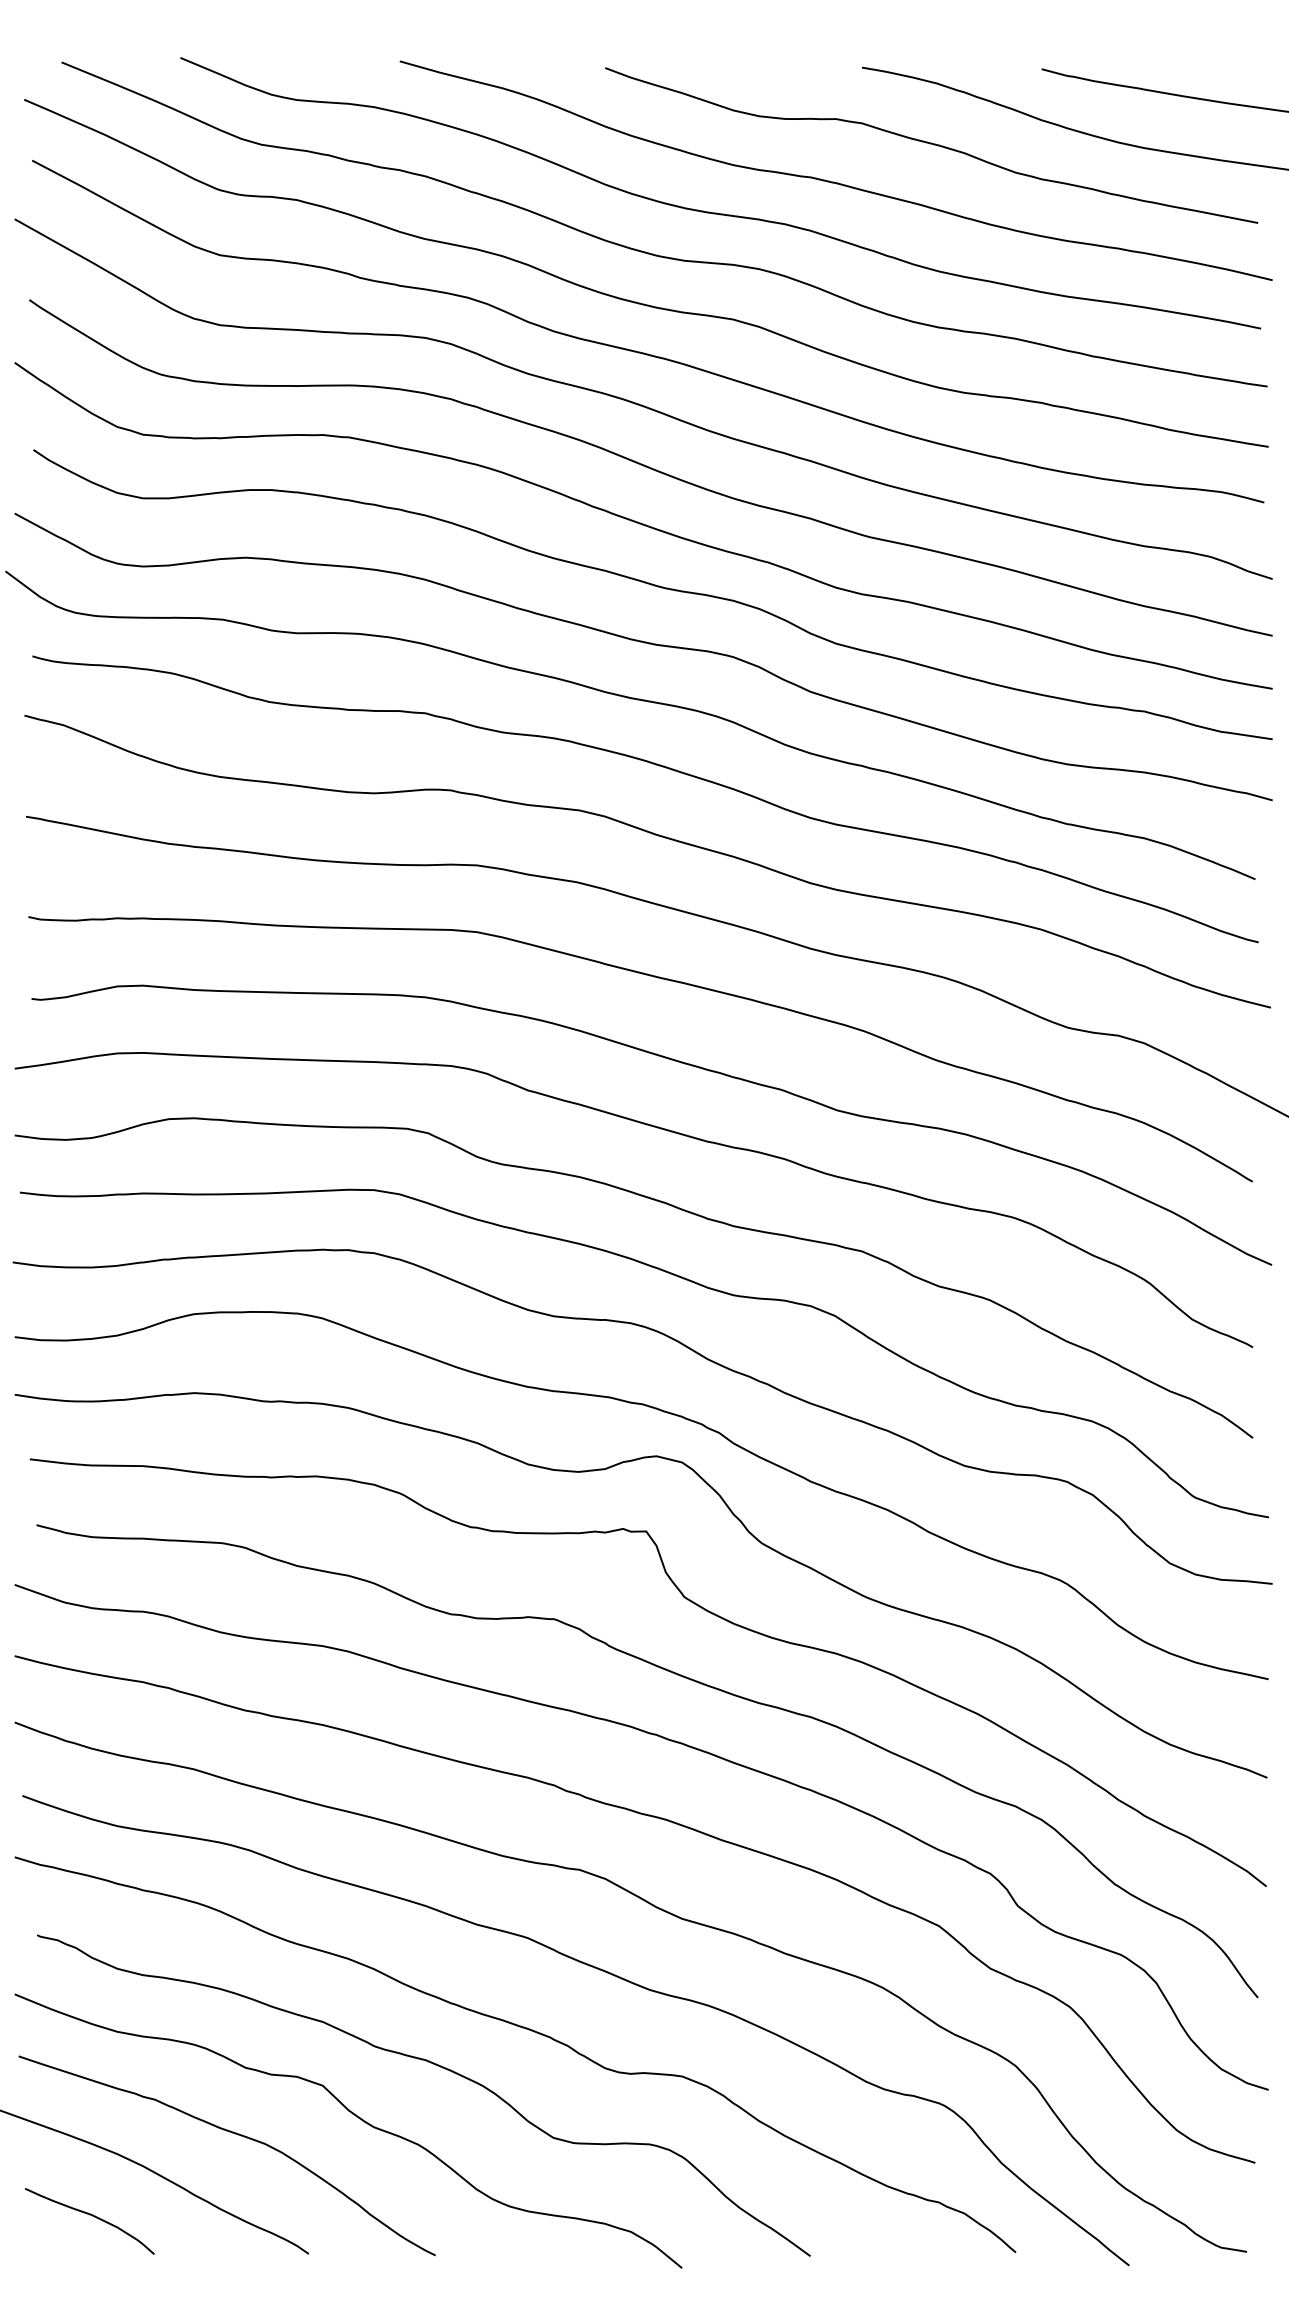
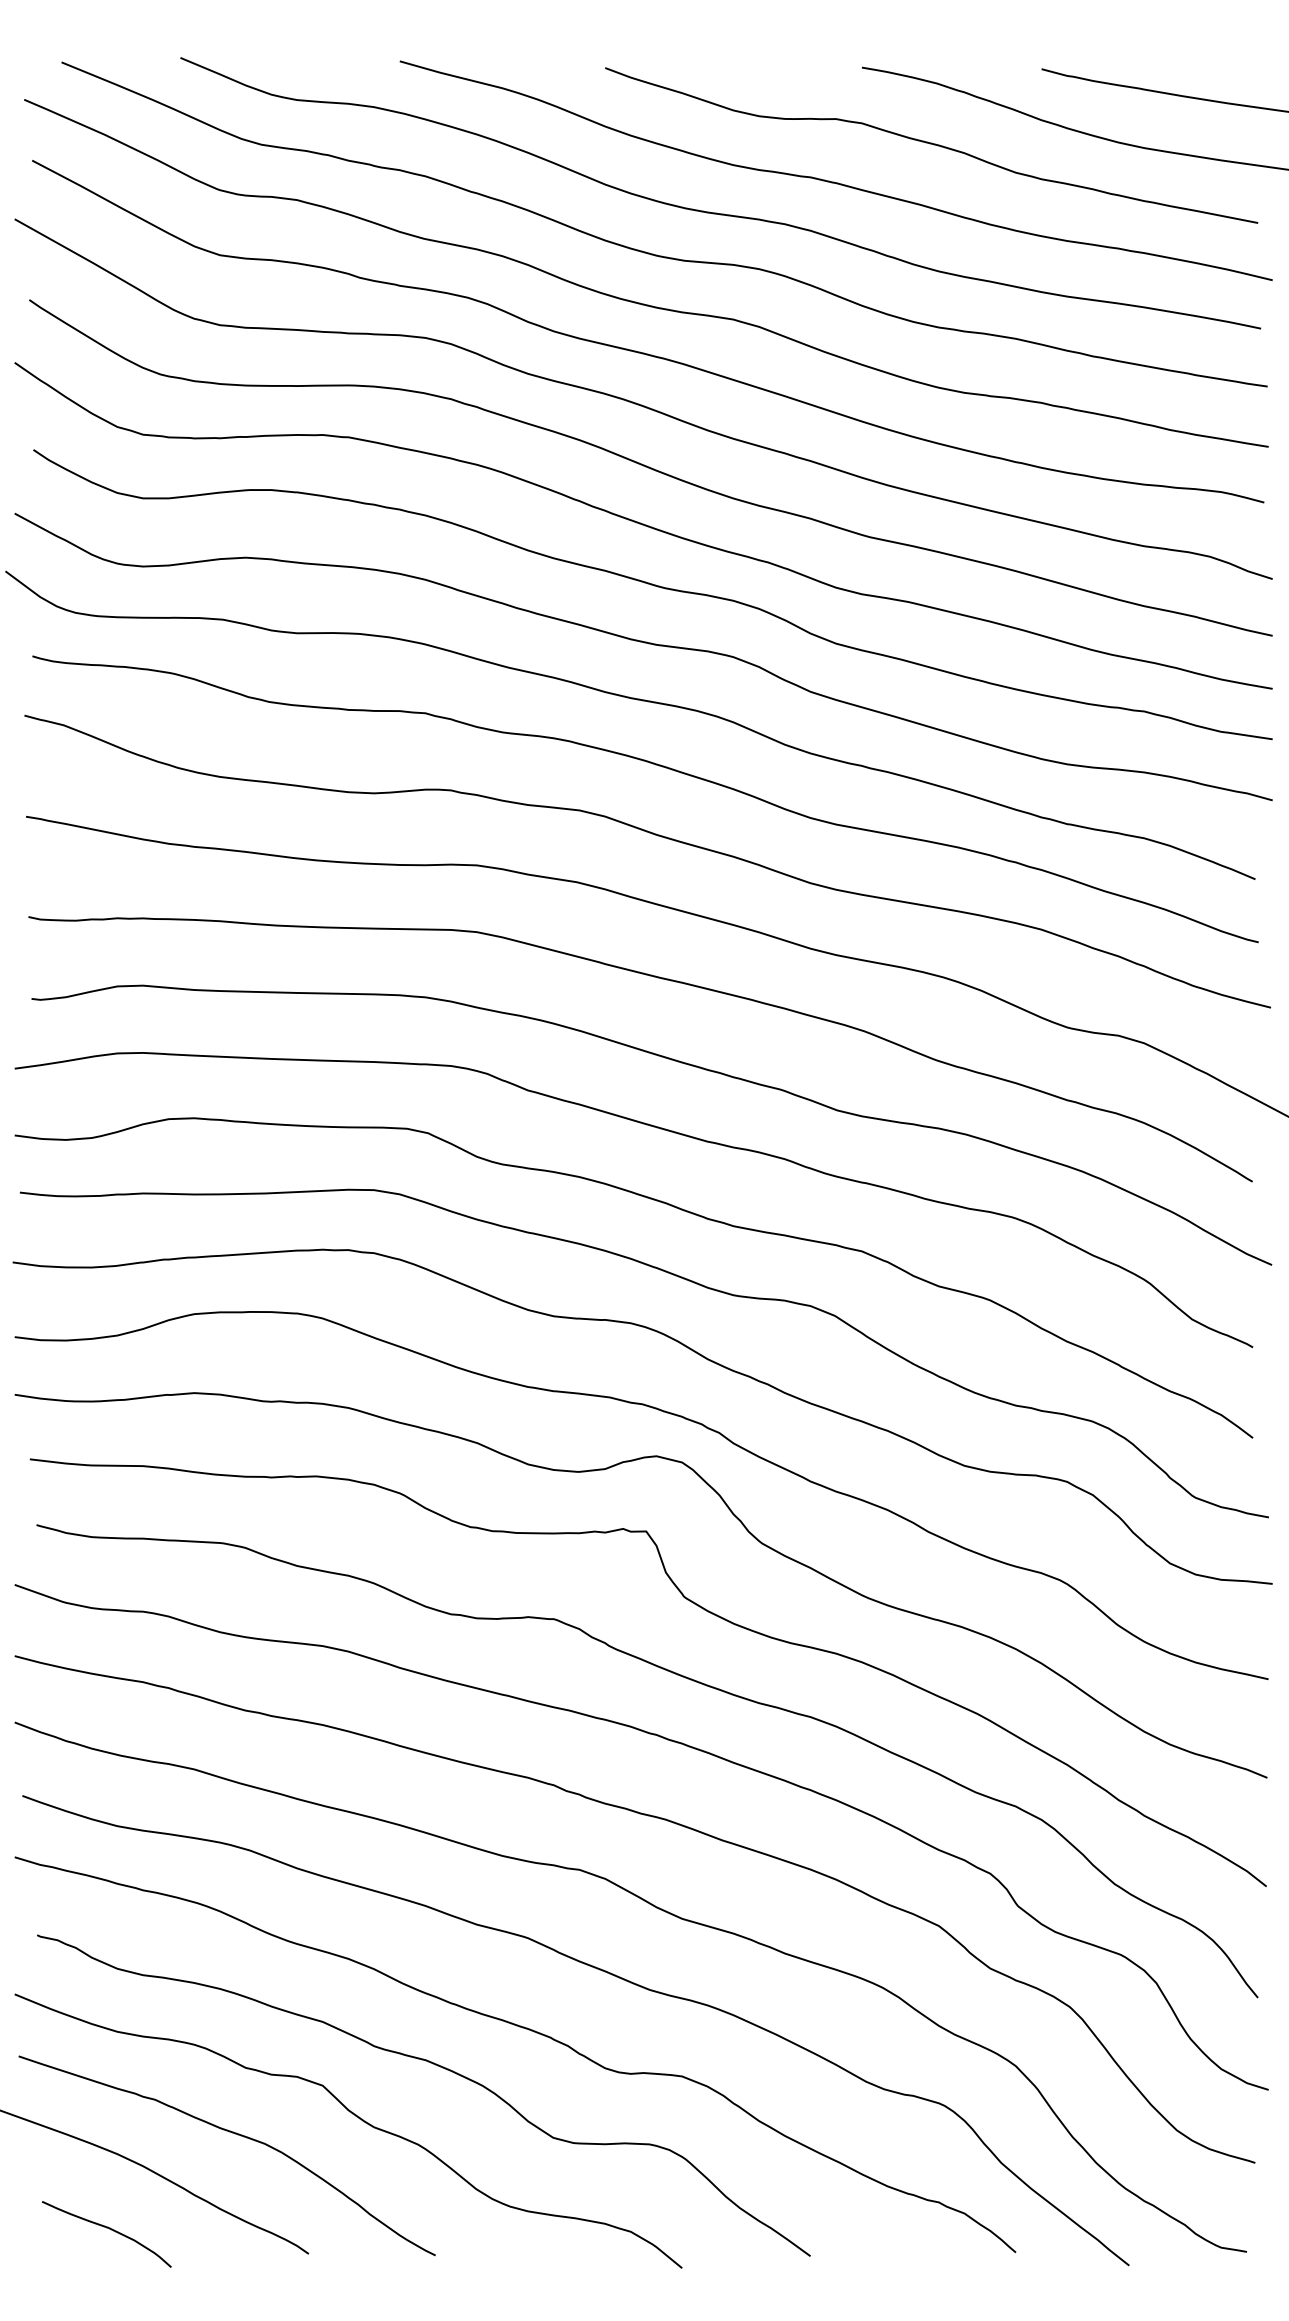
curve at (92, 2216) position: (92, 2216) -> (109, 2229)
